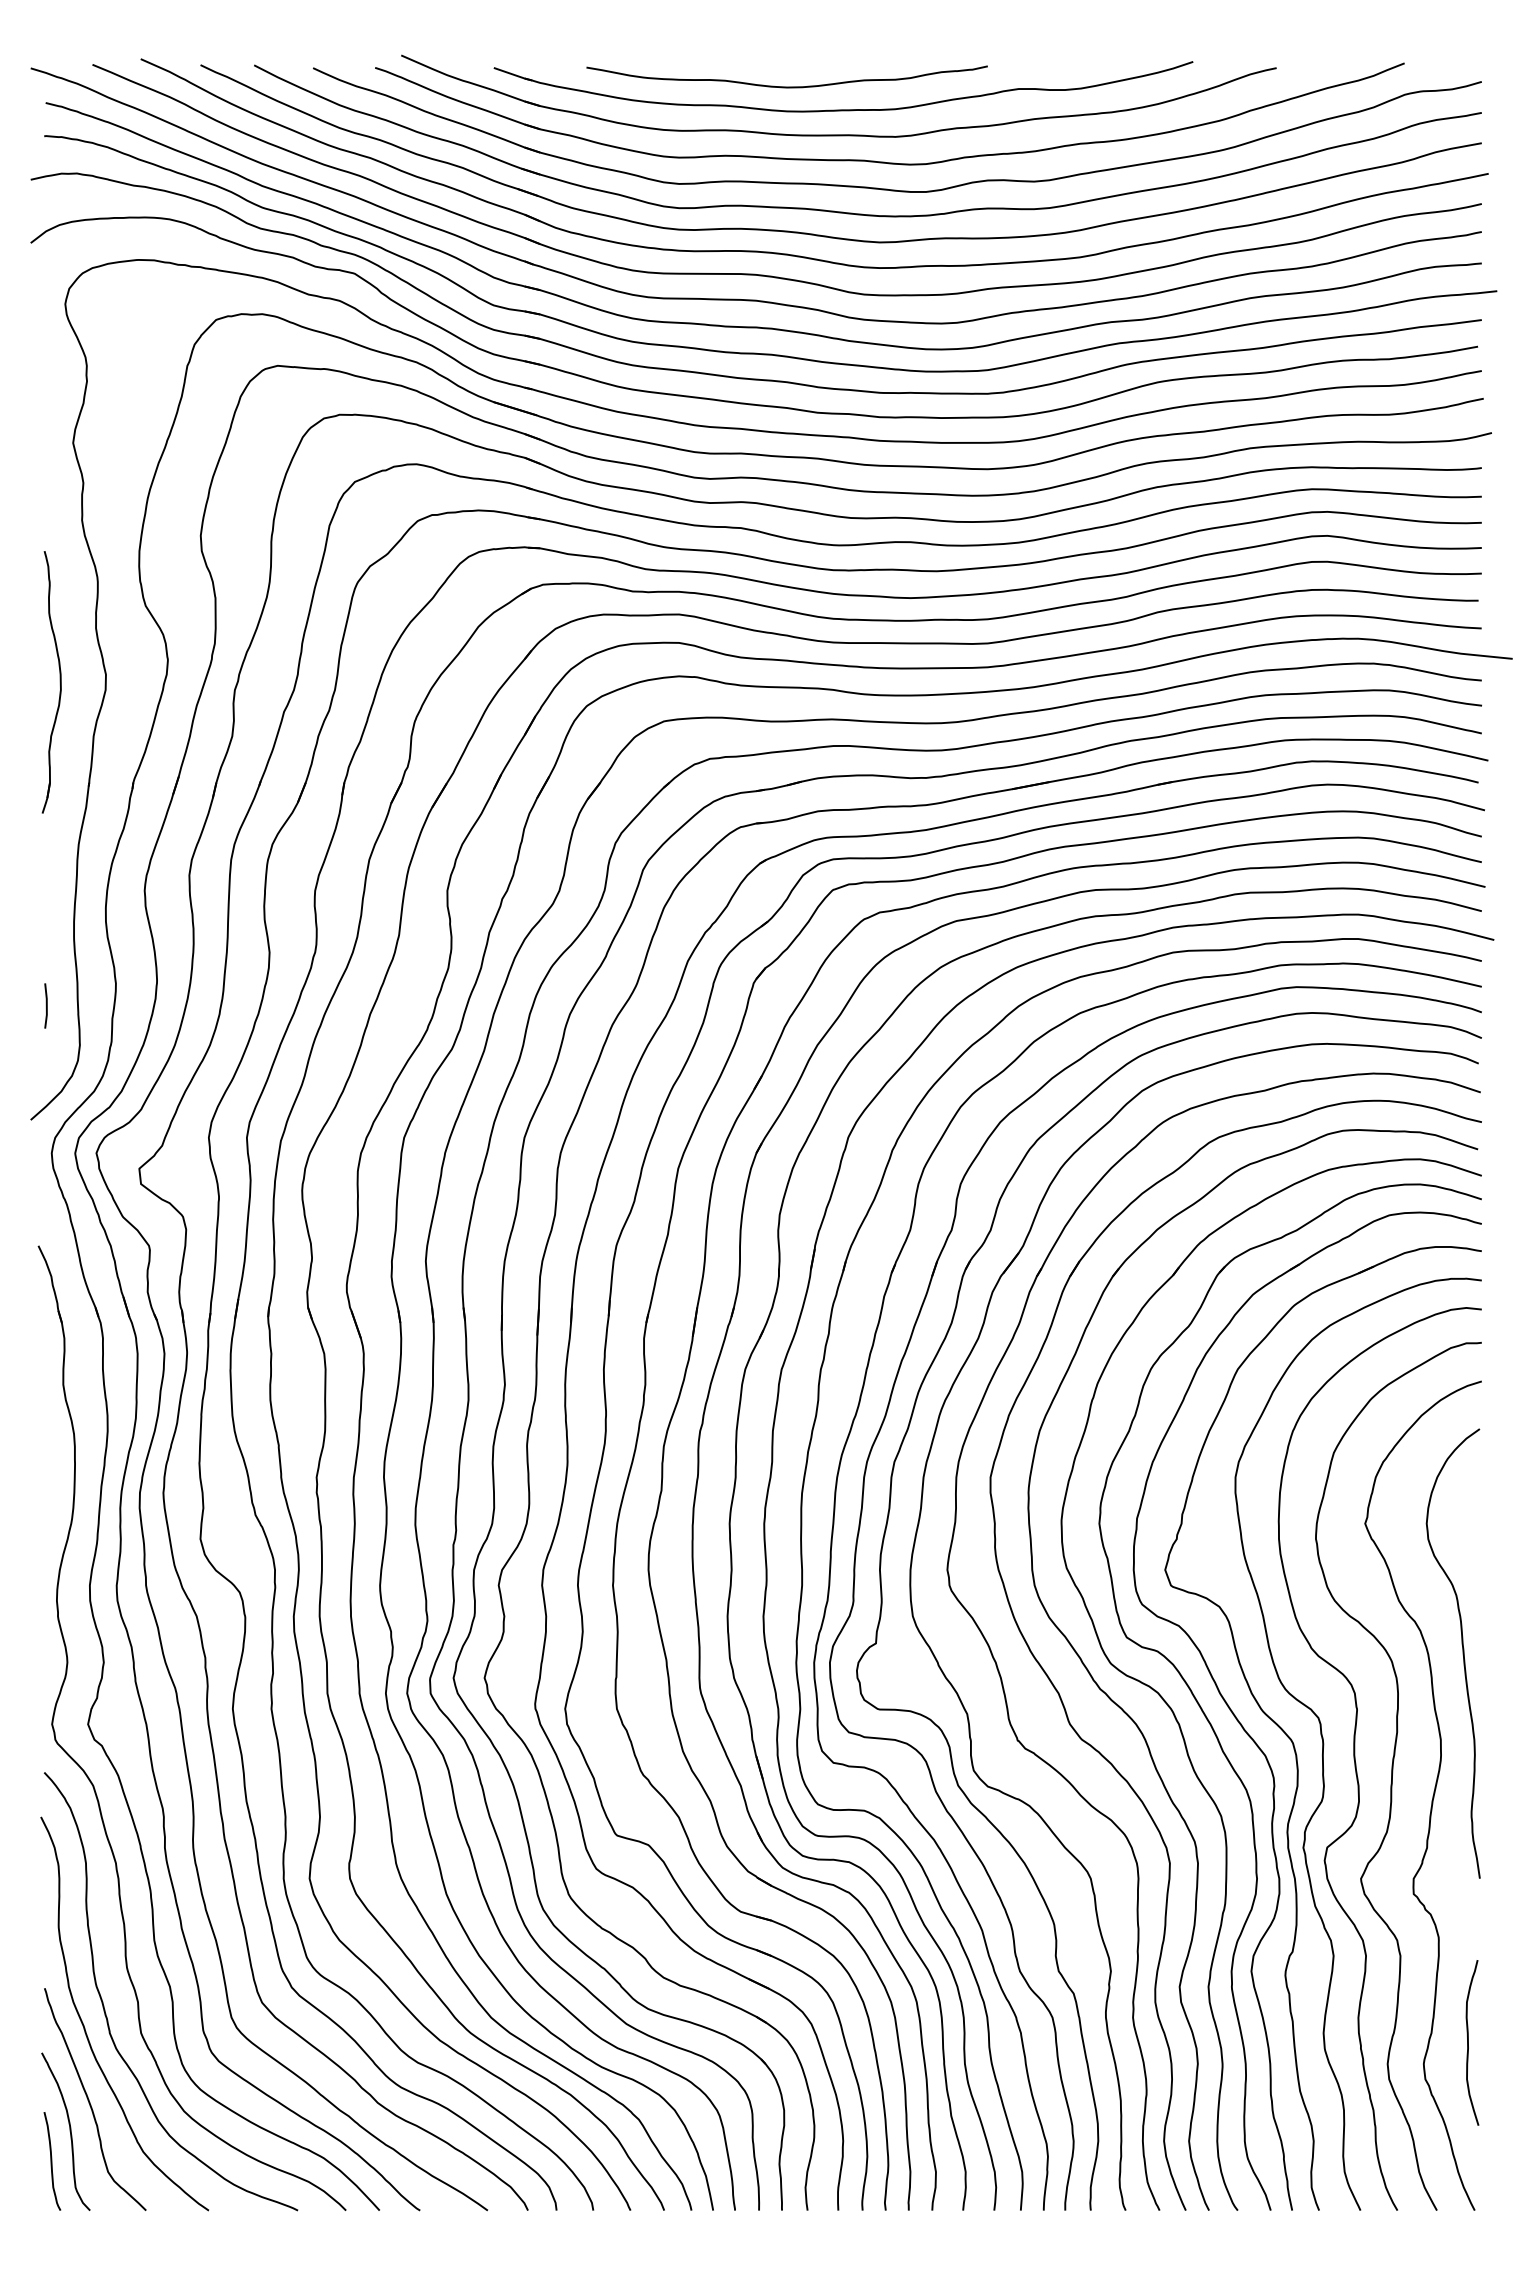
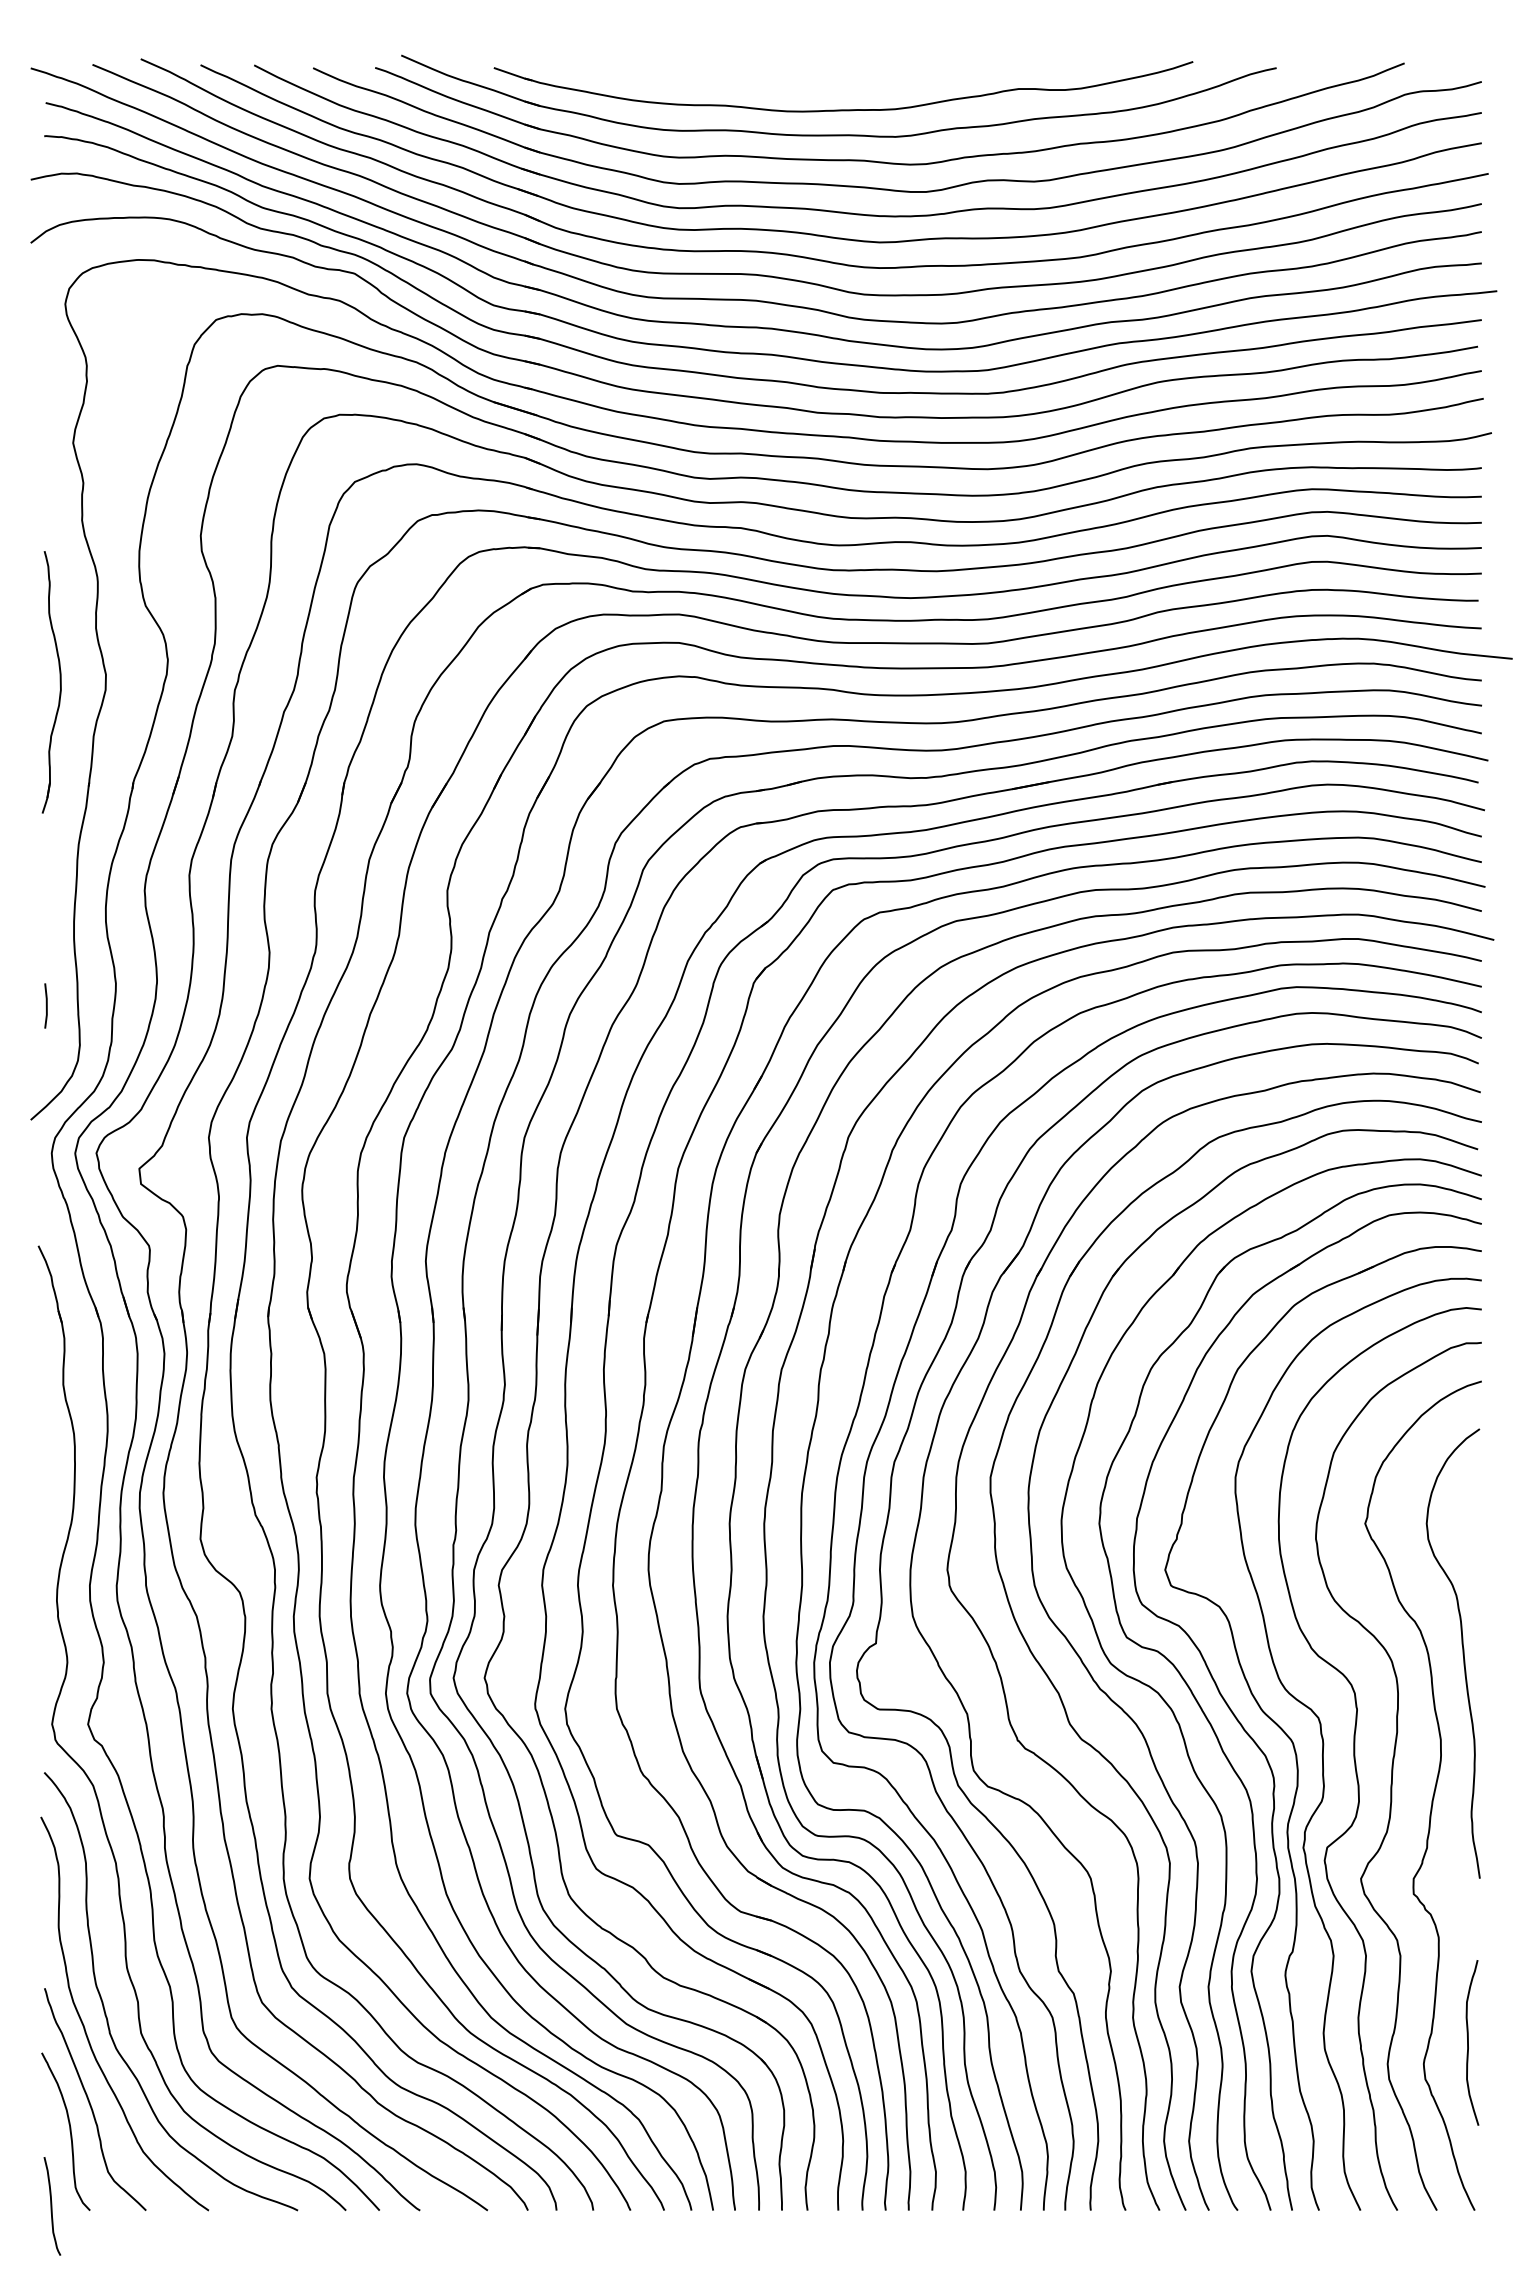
curve at (786, 86): present -> none
curve at (52, 2161) position: (52, 2161) -> (52, 2206)
